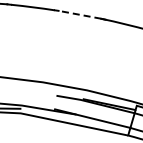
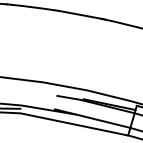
line at (79, 14): dashed -> solid
